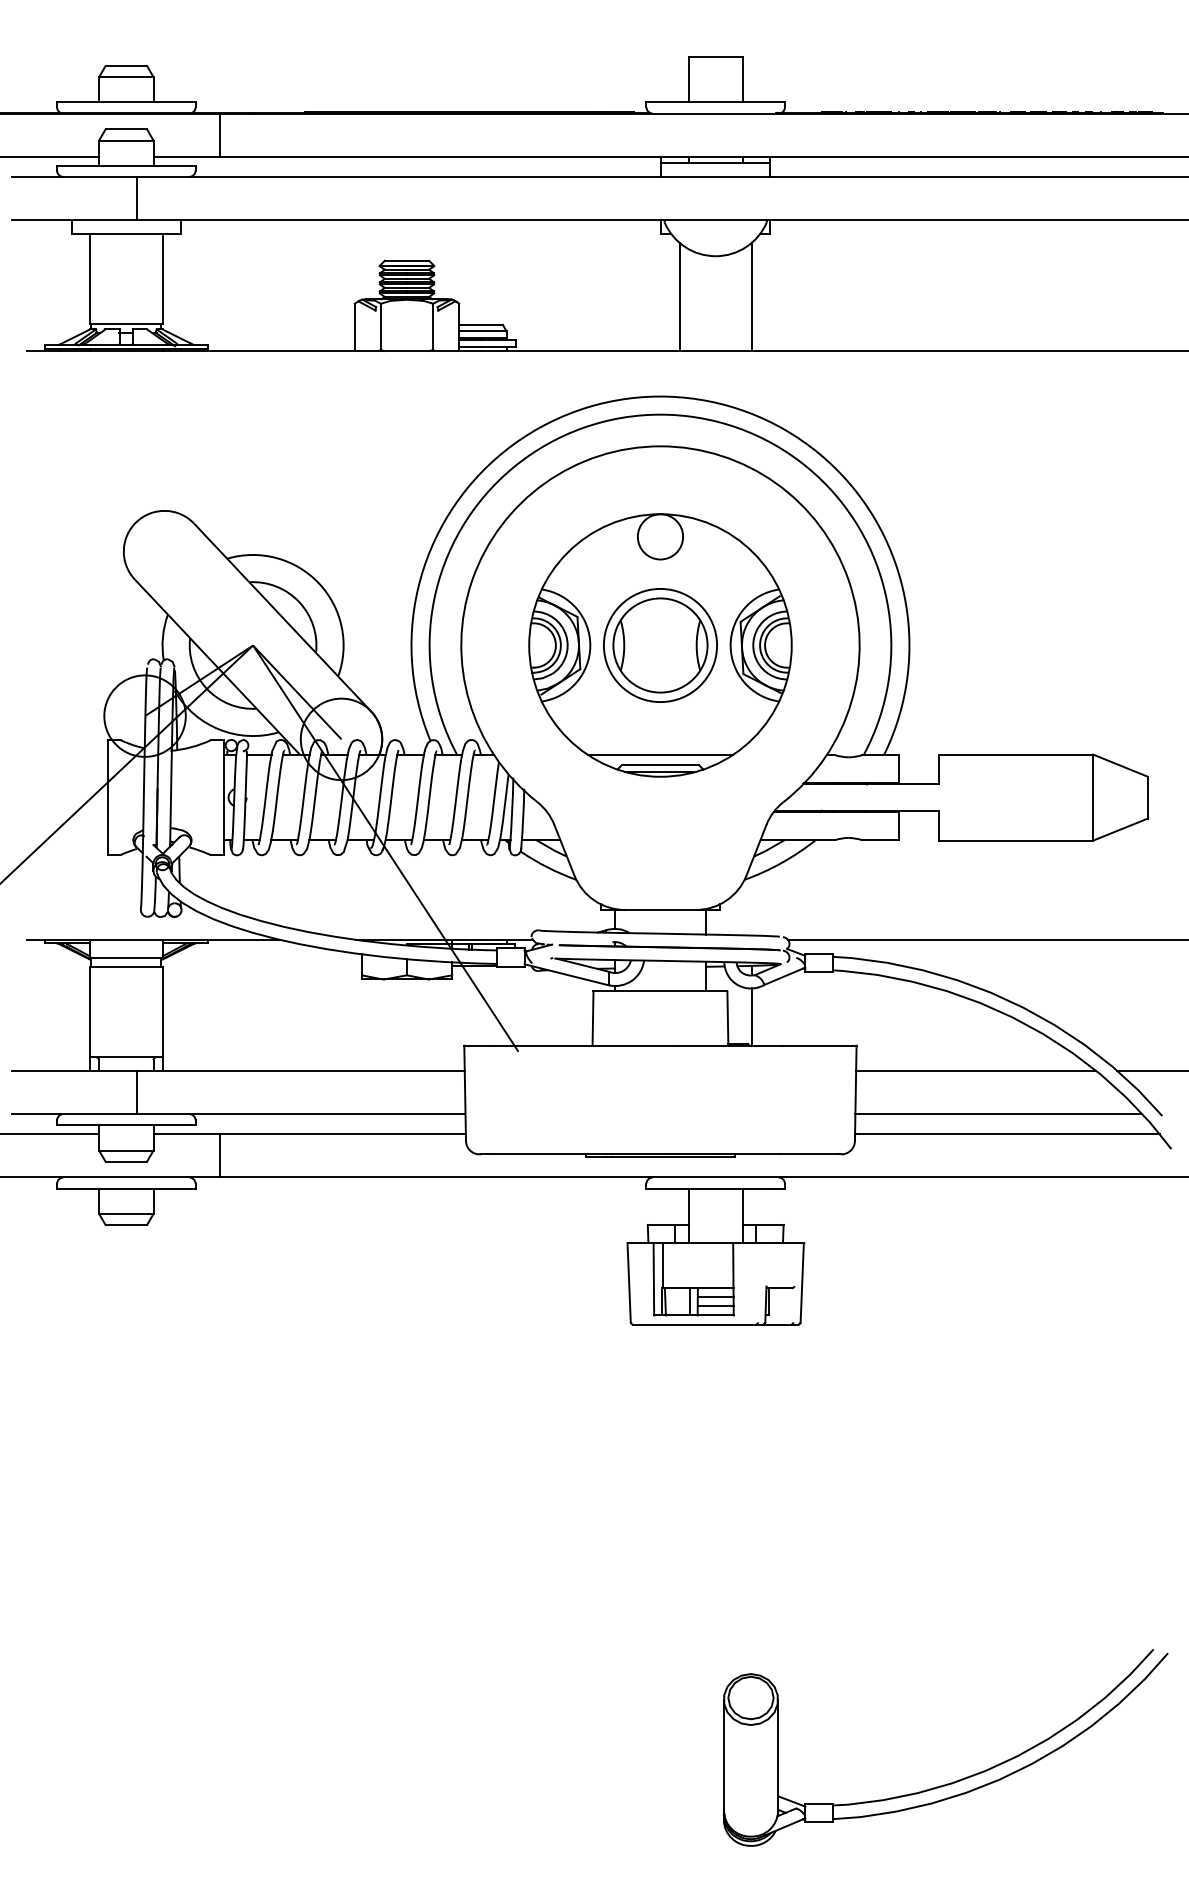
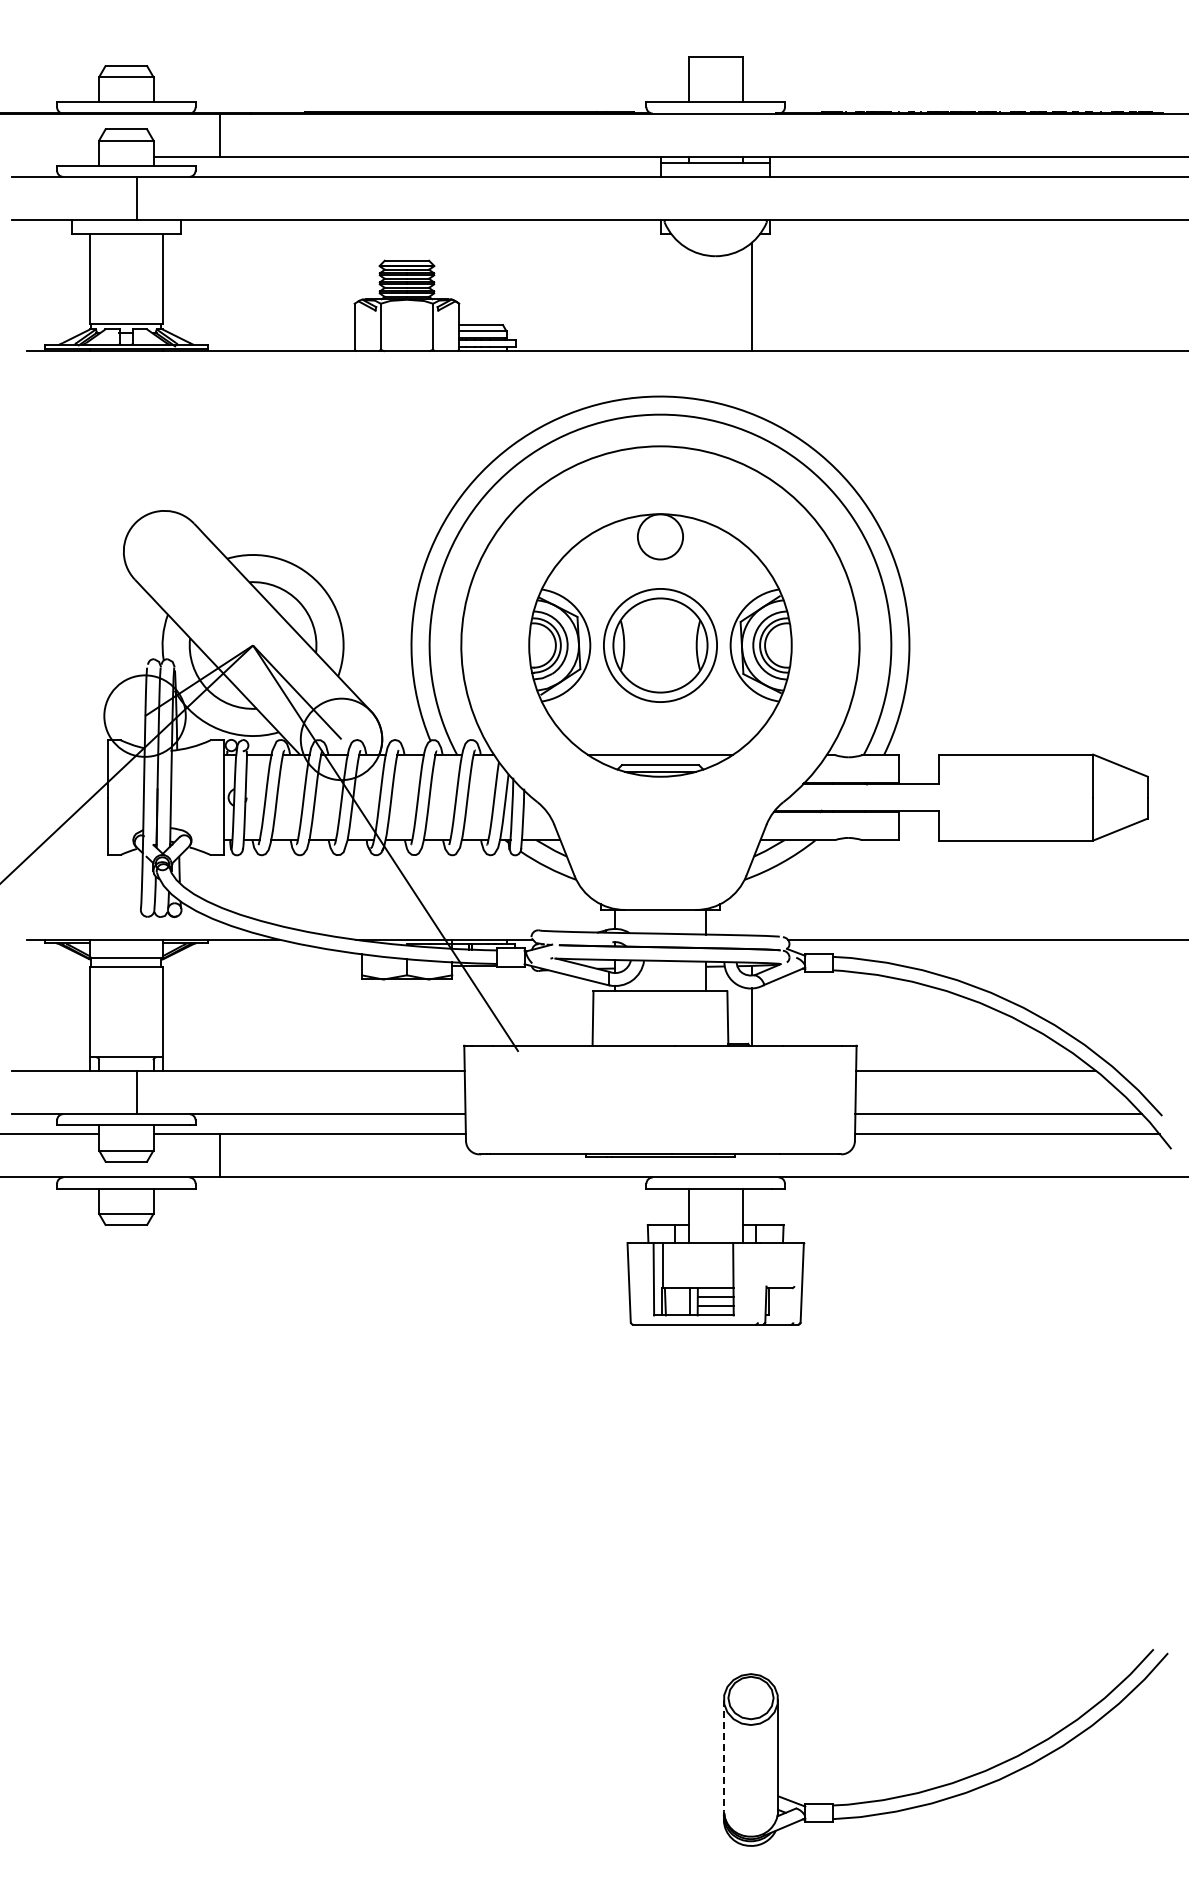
line at (50, 156): present -> none
line at (679, 296): present -> none
line at (1151, 1071): present -> none
line at (723, 1755): solid -> dashed
